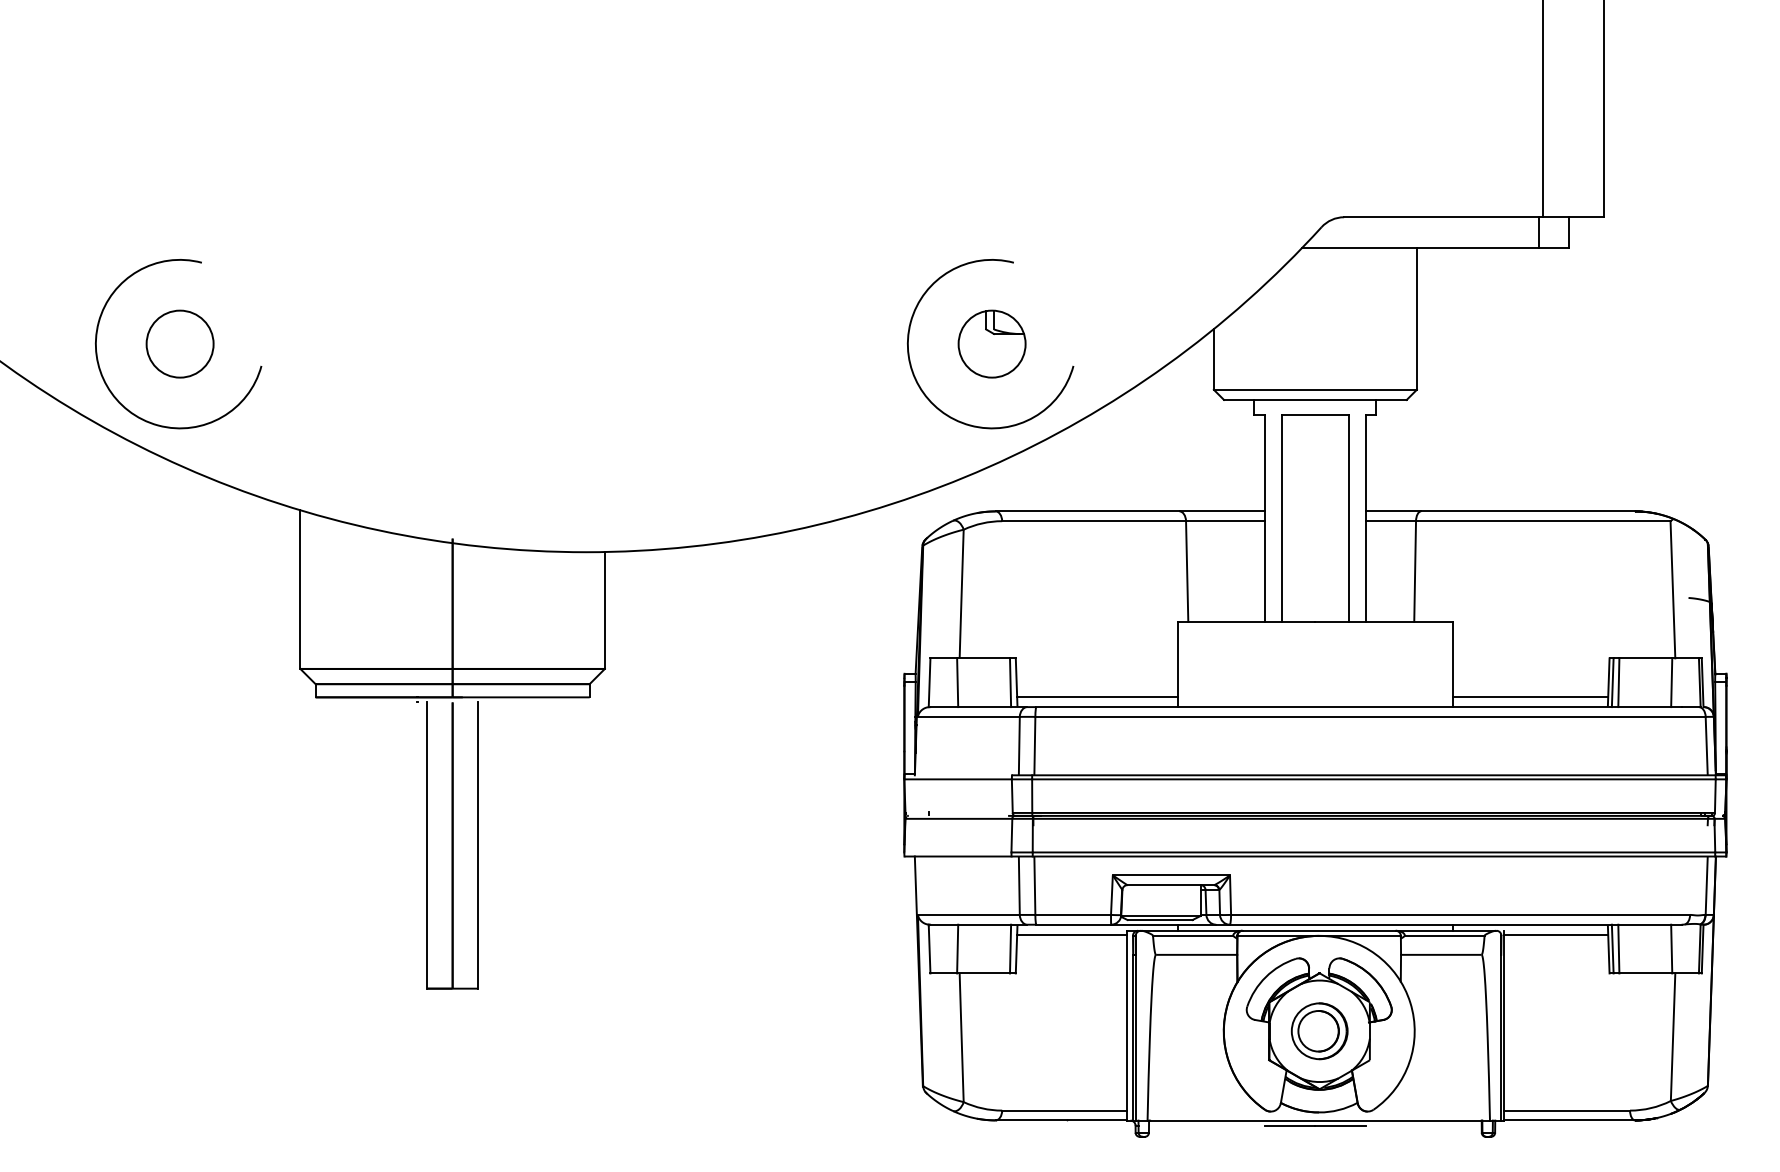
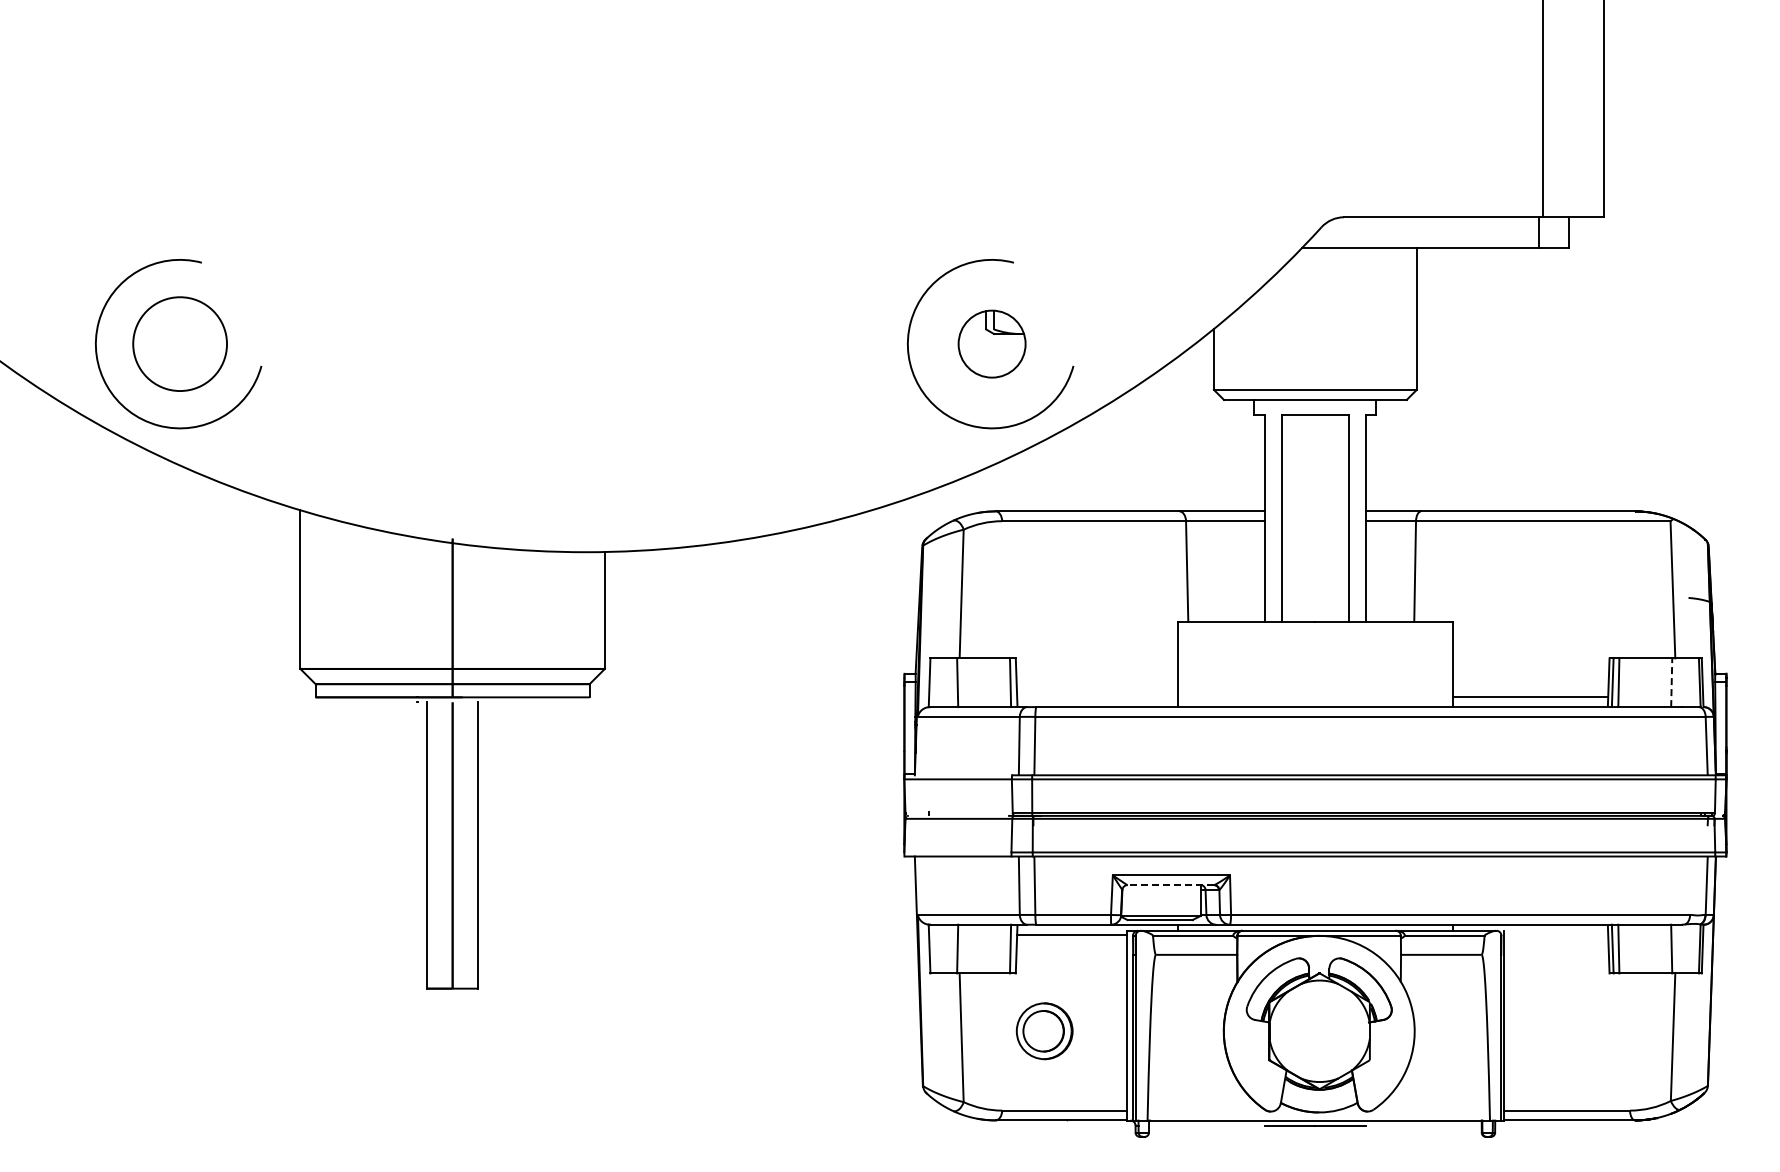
circle at (179, 343) diameter: 67 px -> 94 px
line at (1671, 682): solid -> dashed
line at (1097, 697): present -> none
line at (1170, 885): solid -> dashed
line at (1555, 934): present -> none
part at (1319, 1031) position: (1319, 1031) -> (1044, 1031)
